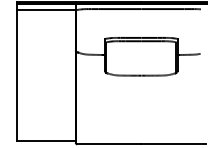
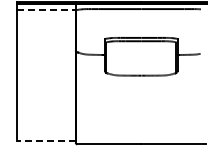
line at (47, 10): solid -> dashed
line at (46, 141): solid -> dashed
